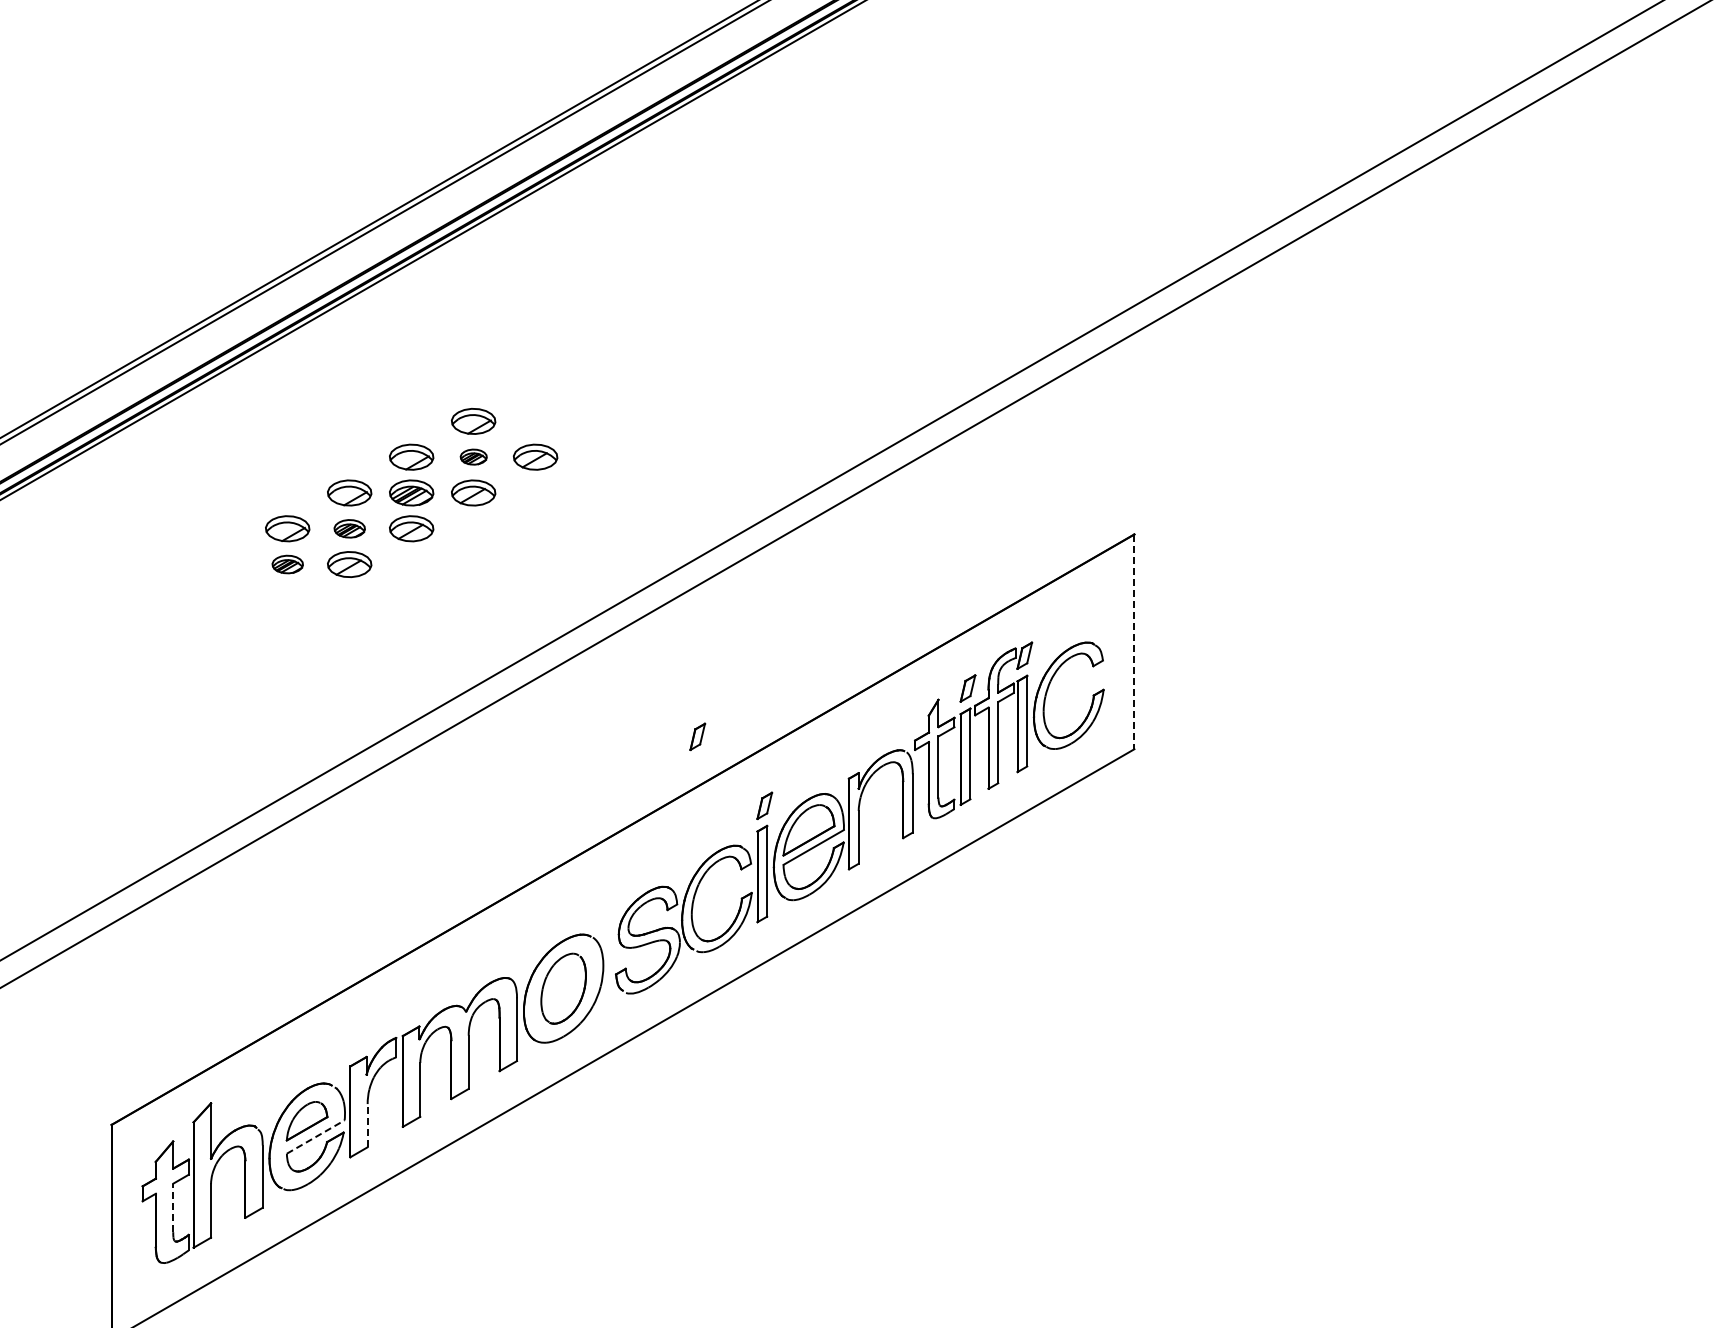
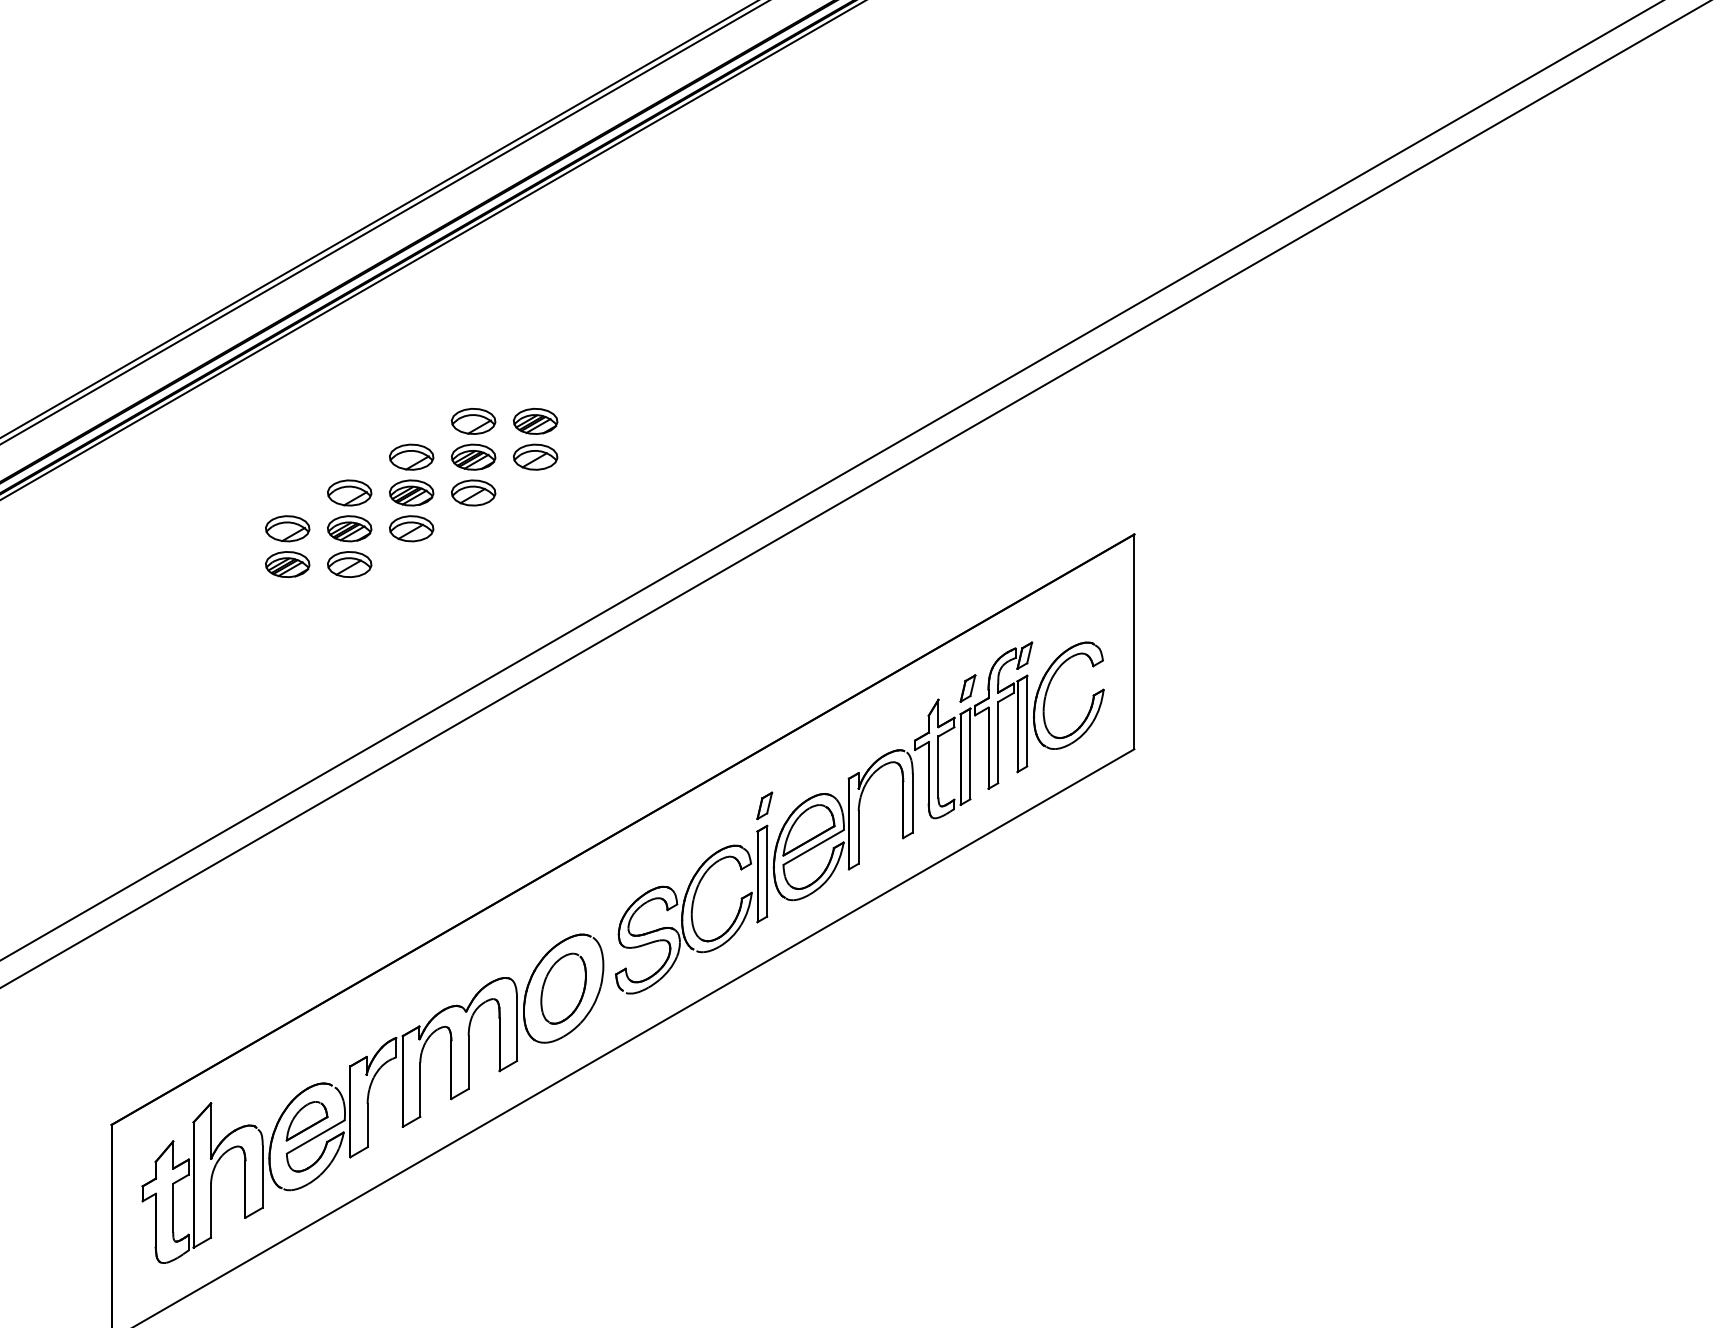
part at (535, 421): none -> present
part at (473, 456) size: 29x18 px -> 46x28 px
part at (349, 528) size: 33x20 px -> 46x28 px
part at (287, 564) size: 33x21 px -> 46x27 px
line at (1134, 642): dashed -> solid
part at (697, 736): present -> none
line at (367, 1125): dashed -> solid
line at (316, 1136): dashed -> solid
line at (173, 1207): dashed -> solid
